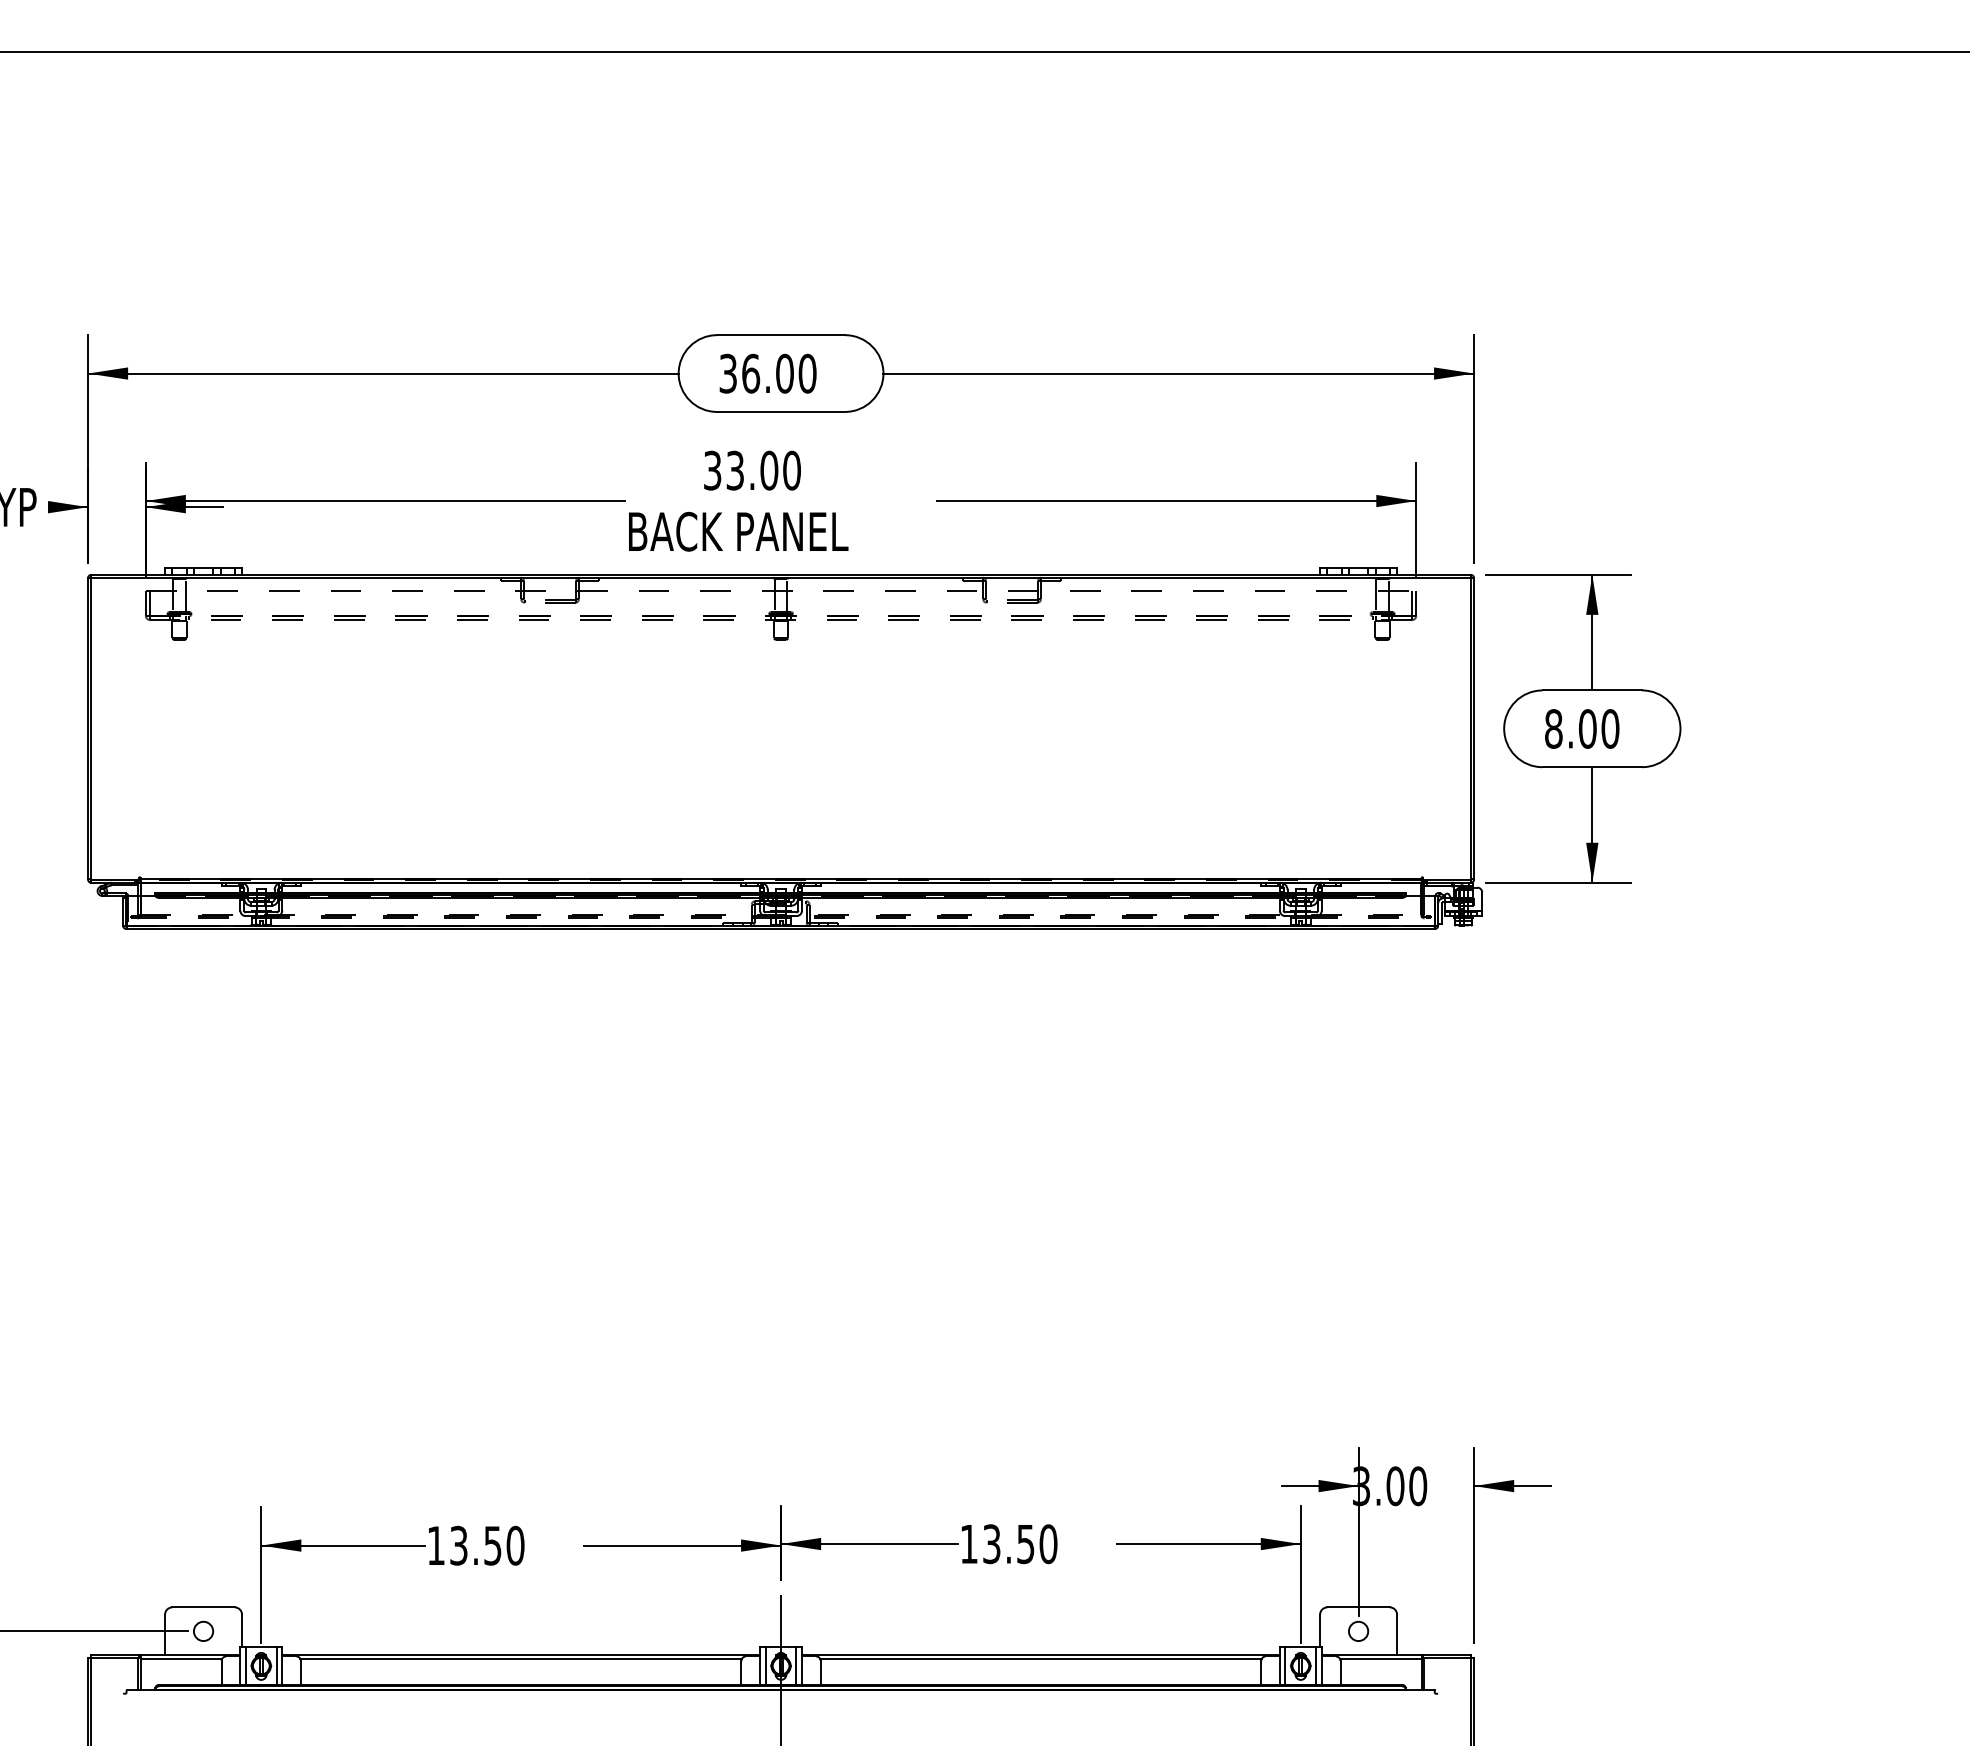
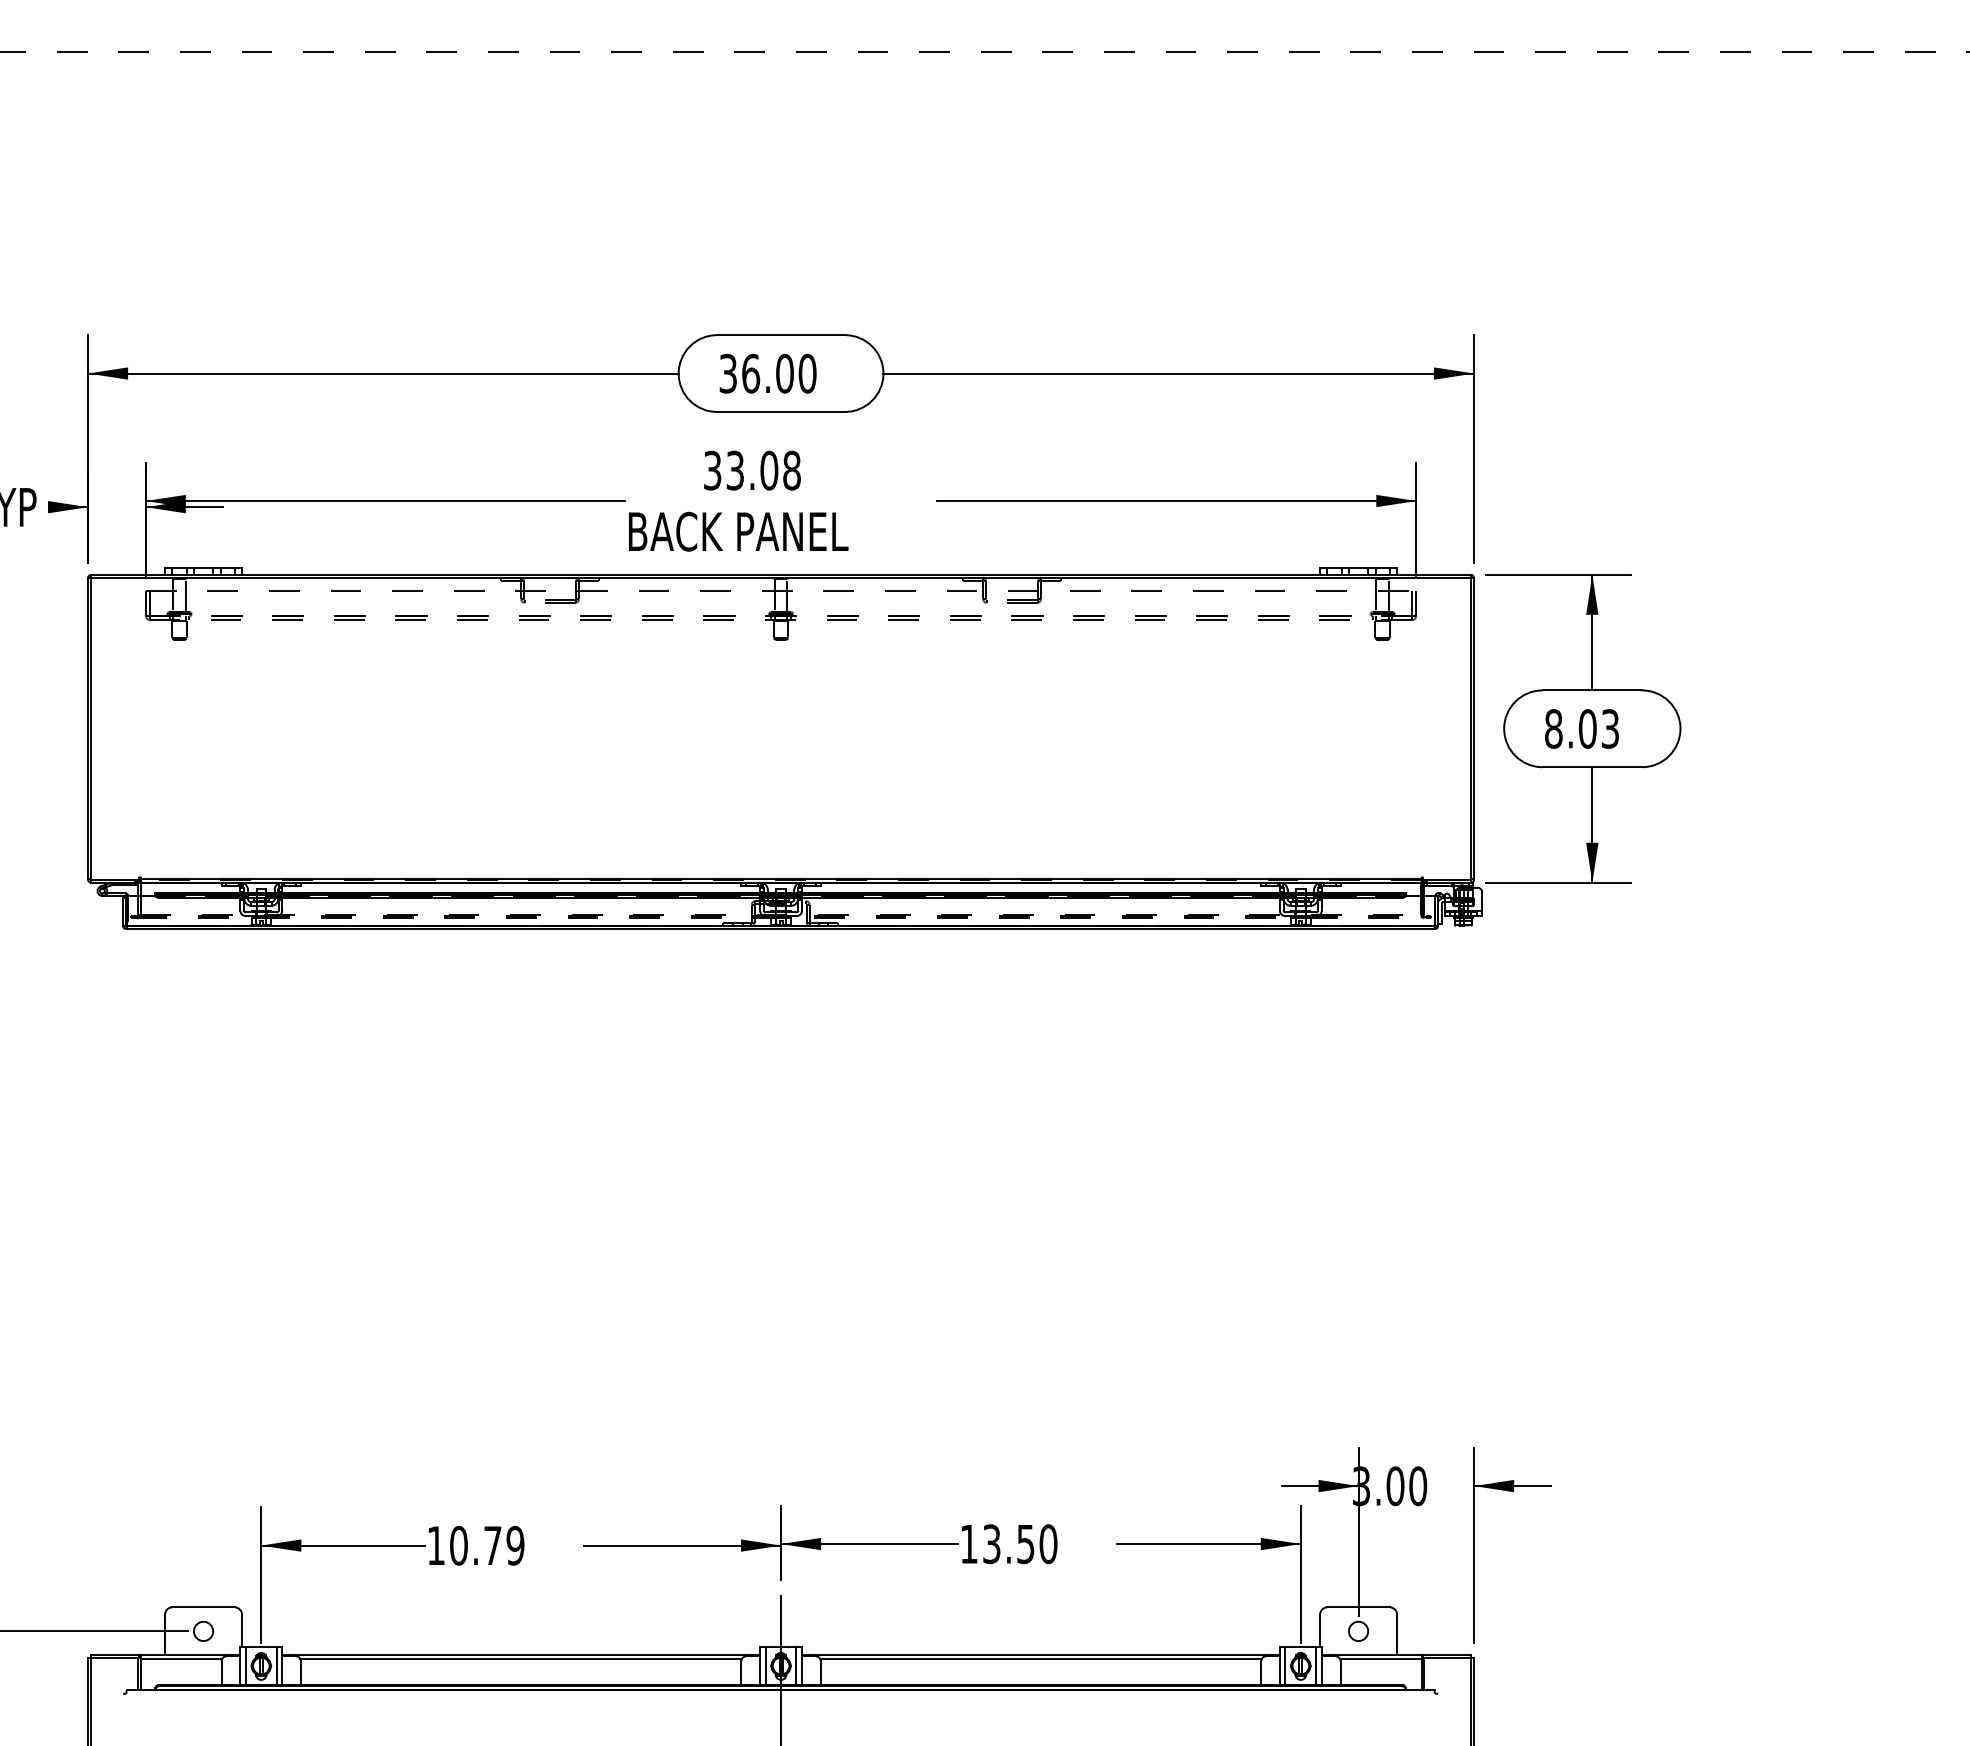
line at (985, 52): solid -> dashed
text at (791, 470): 33.00 -> 33.08
text at (1610, 728): 8.00 -> 8.03
text at (487, 1545): 13.50 -> 10.79
